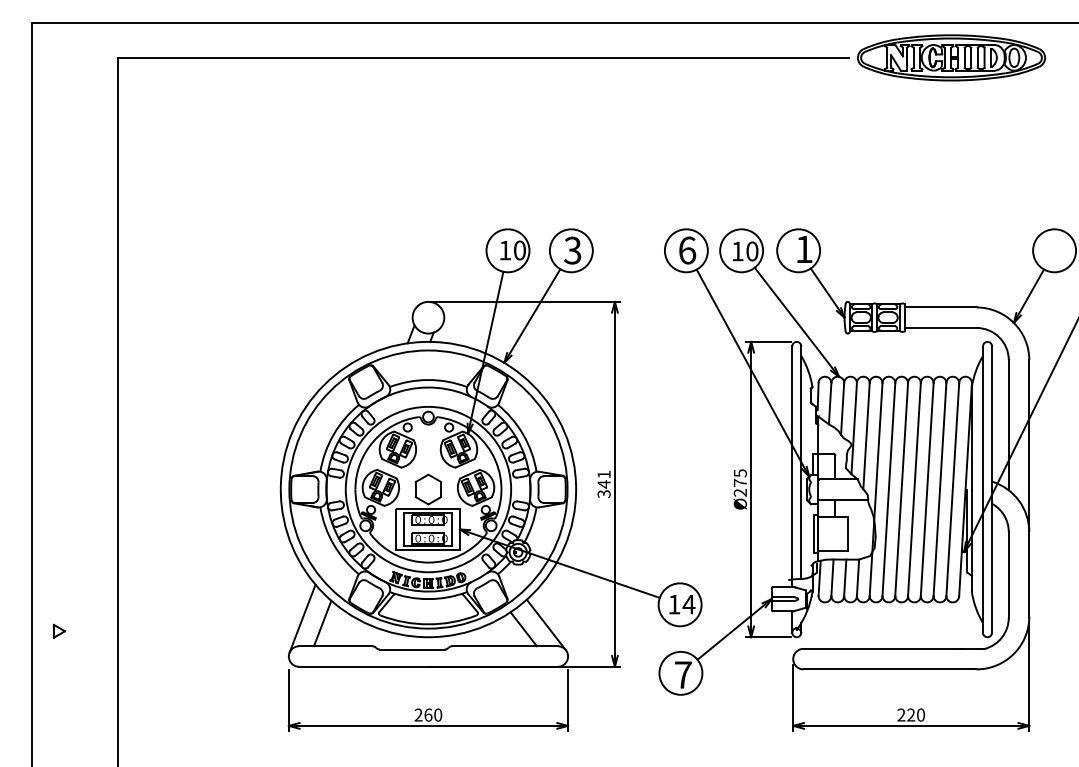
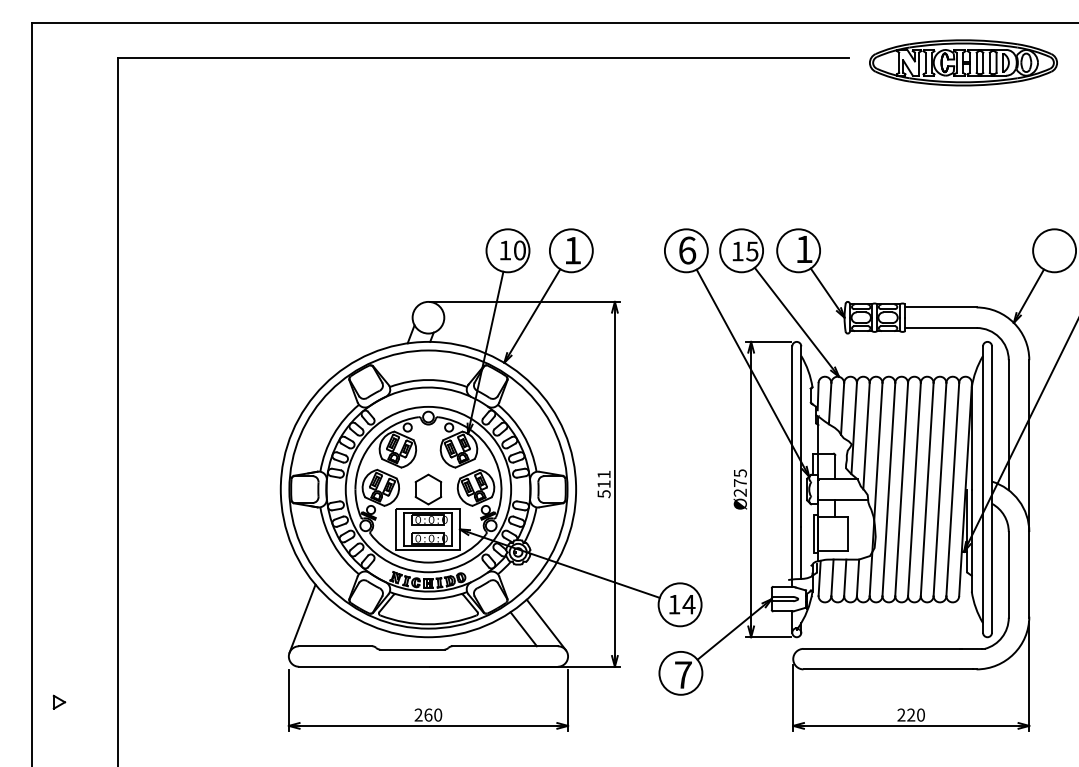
part at (951, 57) position: (951, 57) -> (963, 62)
text at (572, 250): 3 -> 1
text at (752, 251): 10 -> 15
text at (603, 488): 341 -> 511
line at (322, 623): present -> none
part at (59, 630) position: (59, 630) -> (59, 701)
